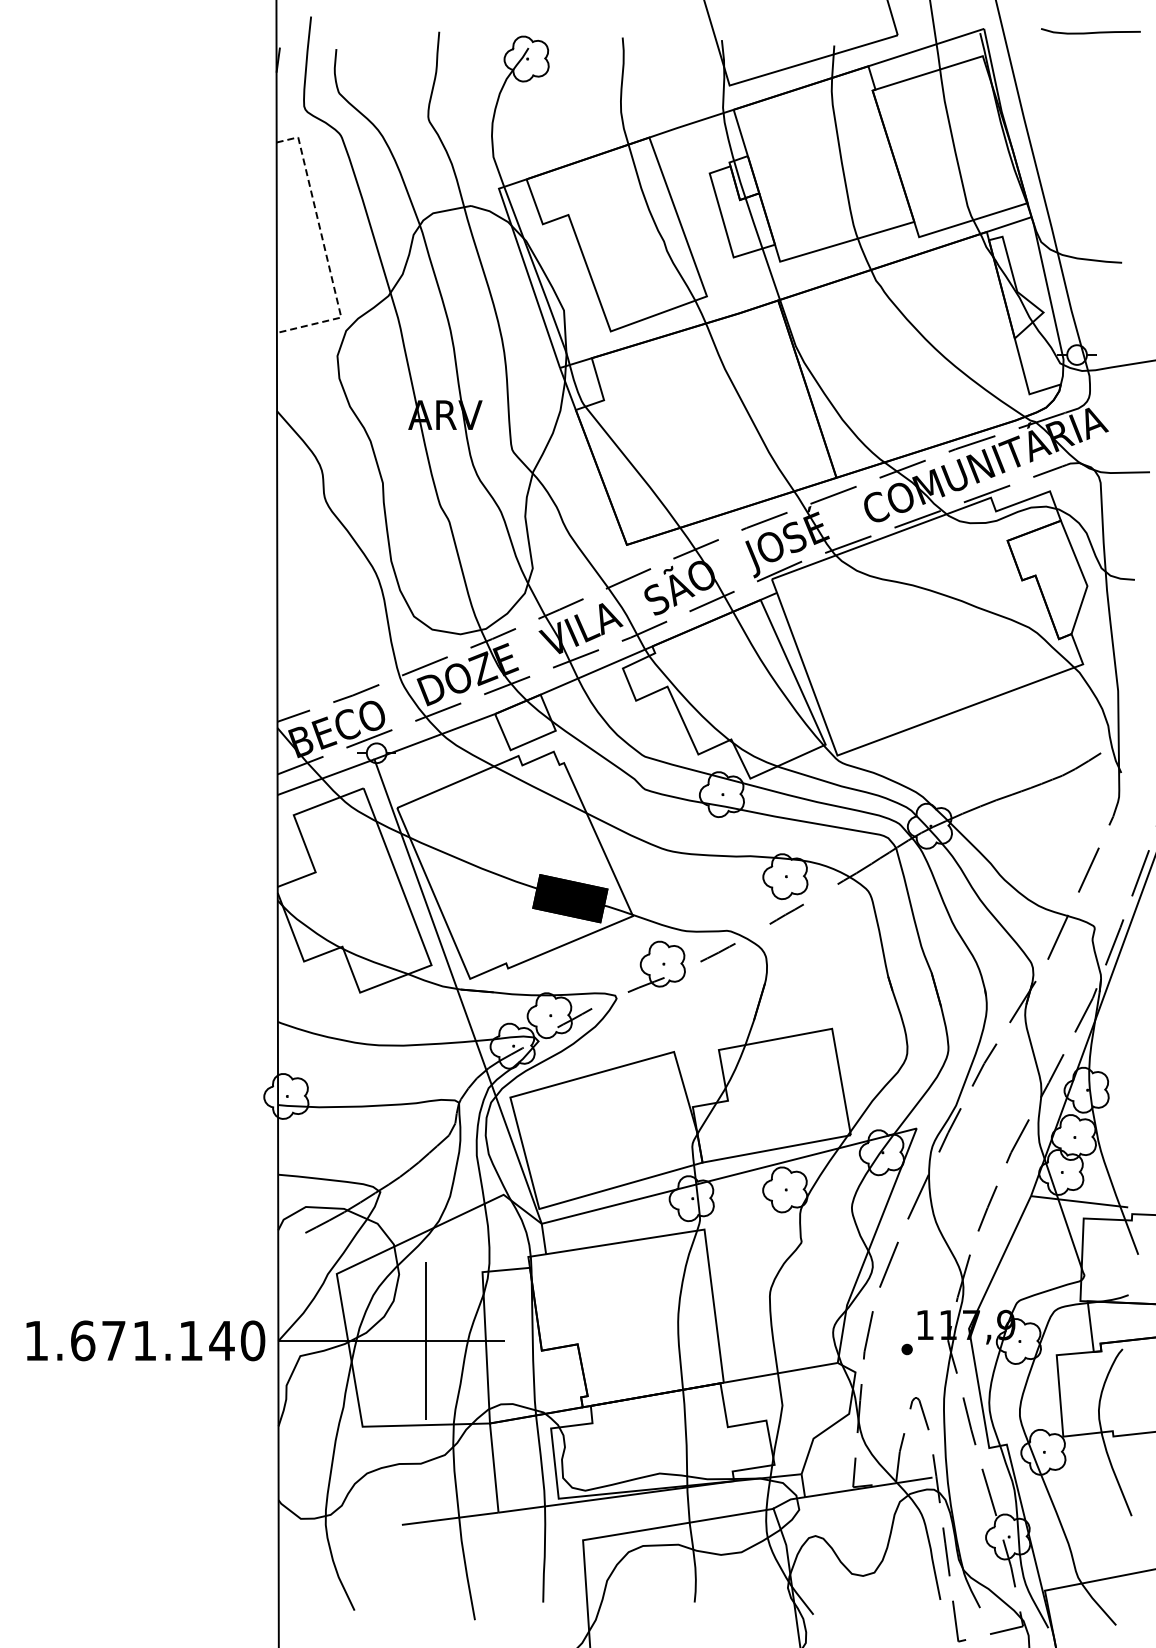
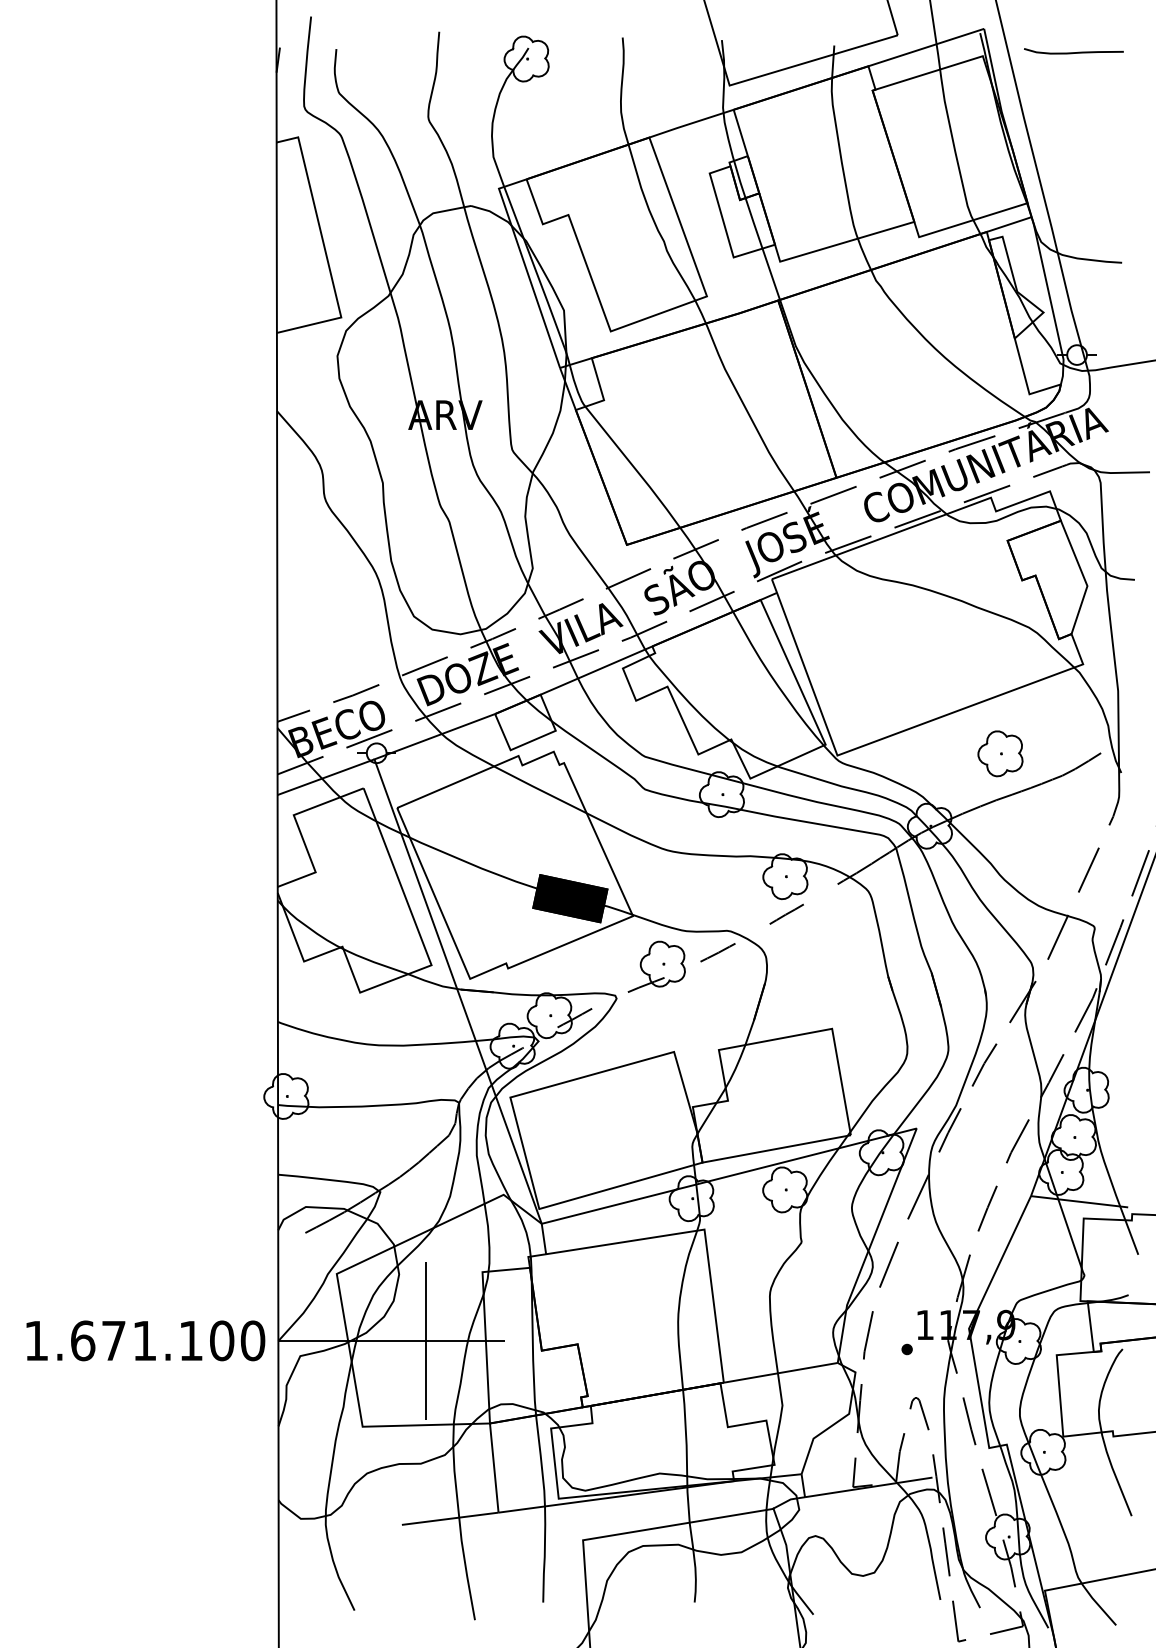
curve at (1090, 32) position: (1090, 32) -> (1073, 52)
line at (324, 248): dashed -> solid
part at (1000, 753): none -> present
text at (221, 1340): 1.671.140 -> 1.671.100
